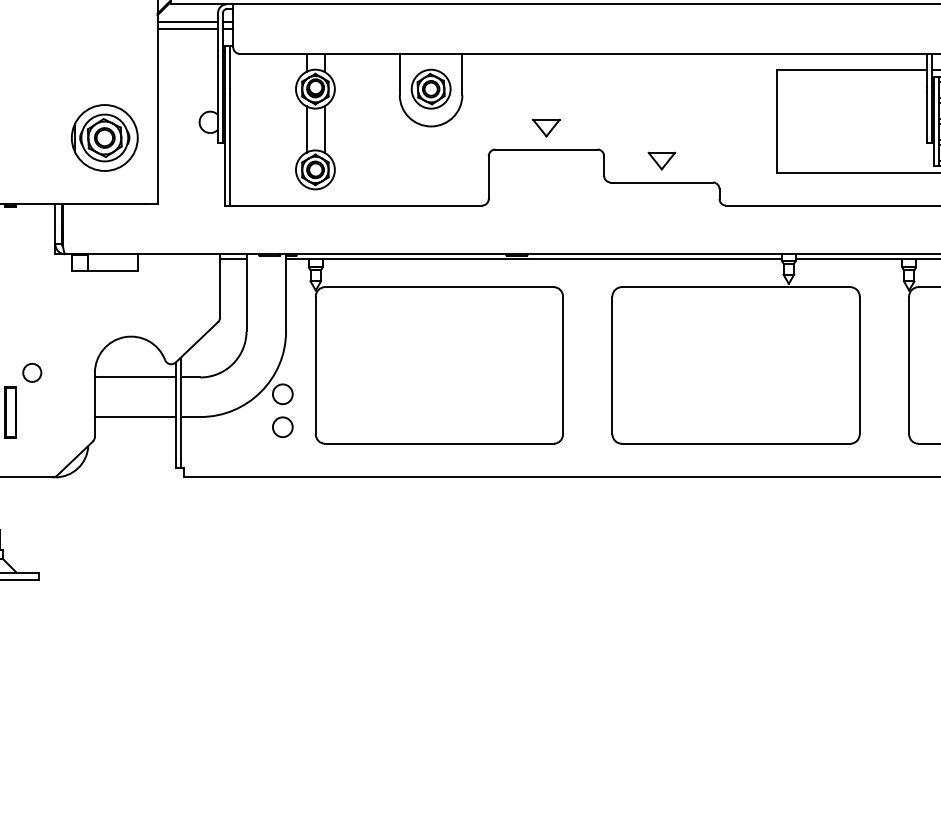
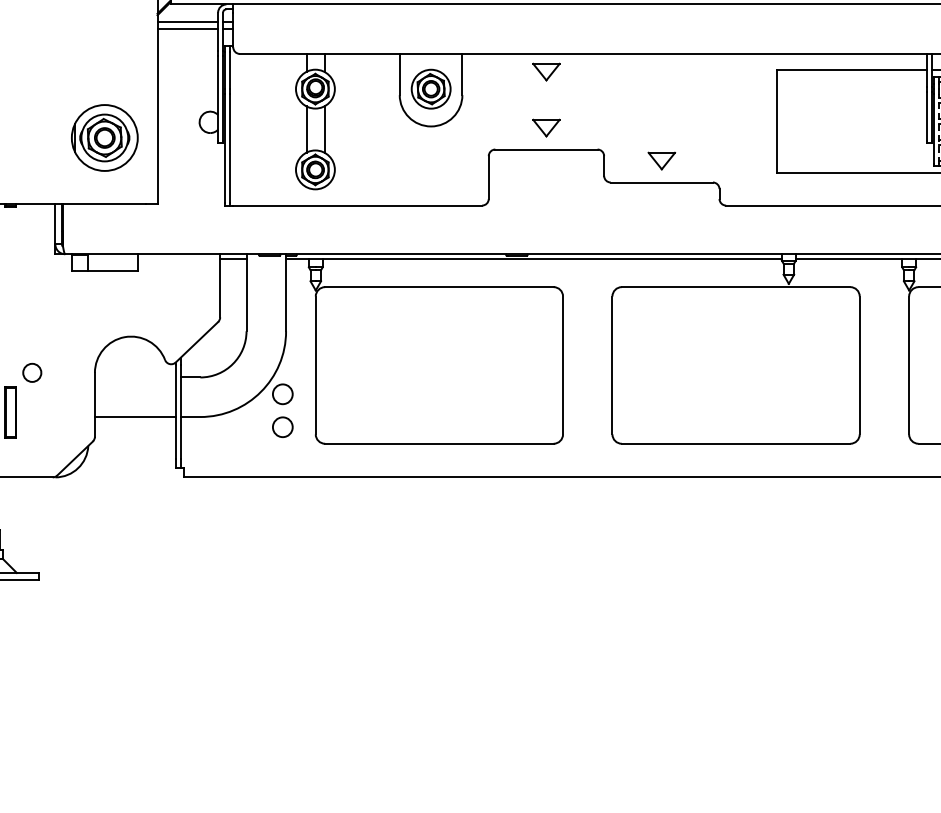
part at (546, 71): none -> present
line at (938, 128): solid -> dashed
line at (134, 377): present -> none
